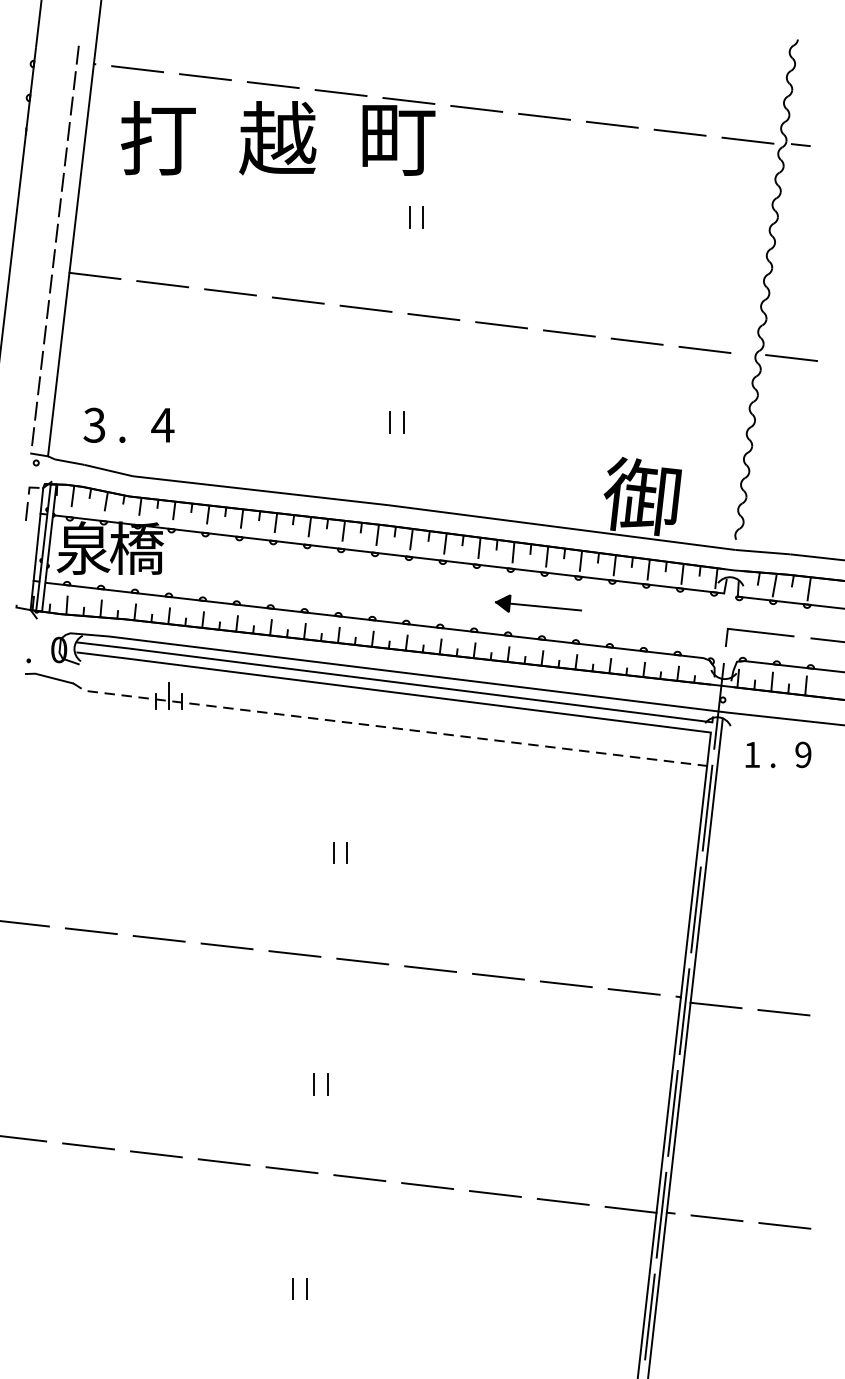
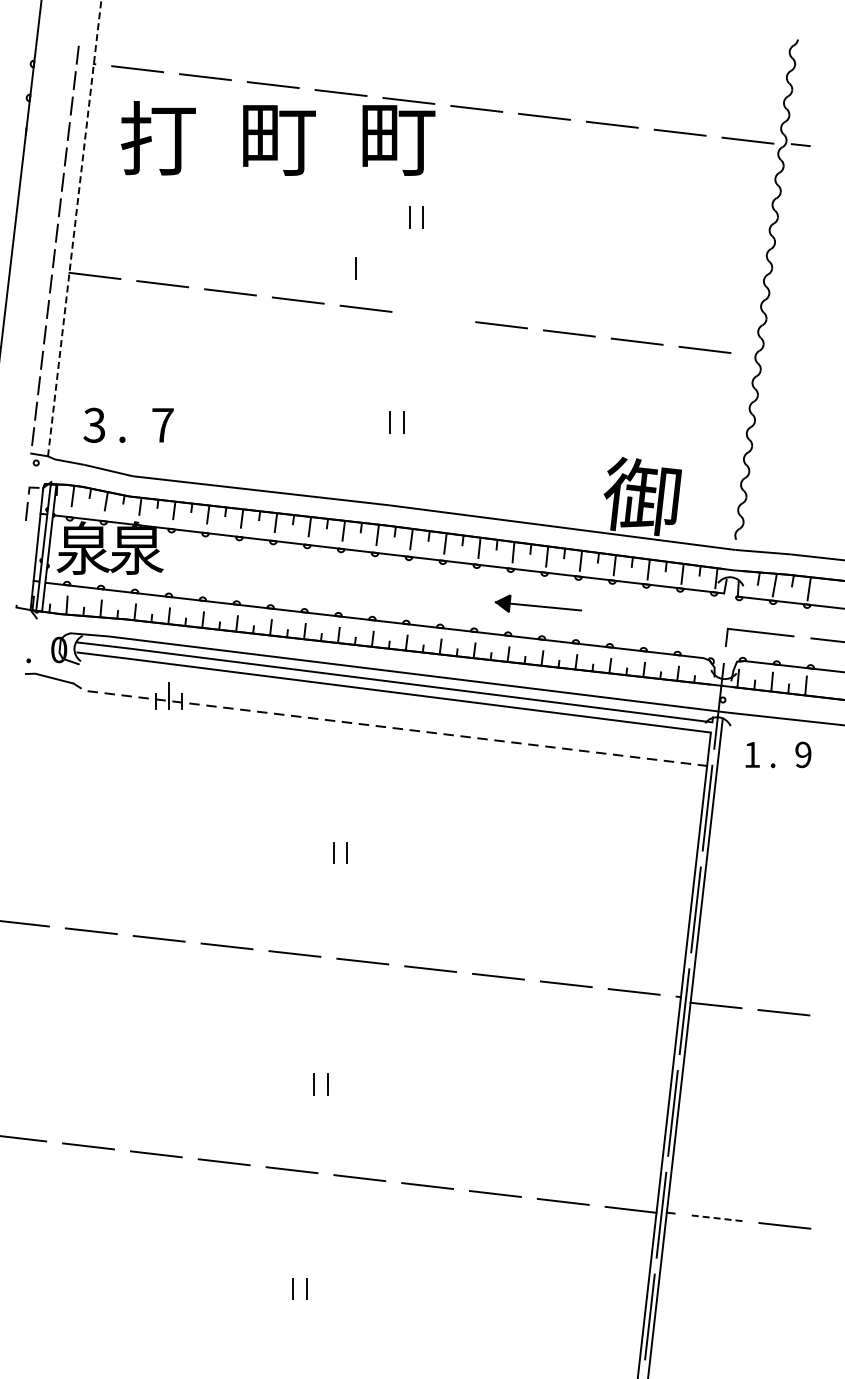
text at (277, 138): 越 -> 町
line at (74, 227): solid -> dashed
line at (355, 268): none -> present
line at (433, 316): present -> none
line at (791, 358): present -> none
text at (162, 425): 4 -> 7
text at (136, 547): 橋 -> 泉
line at (716, 1218): solid -> dashed
